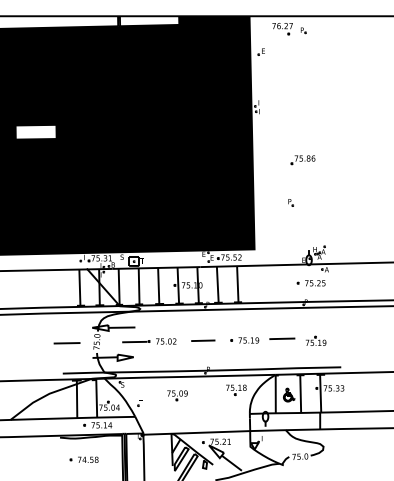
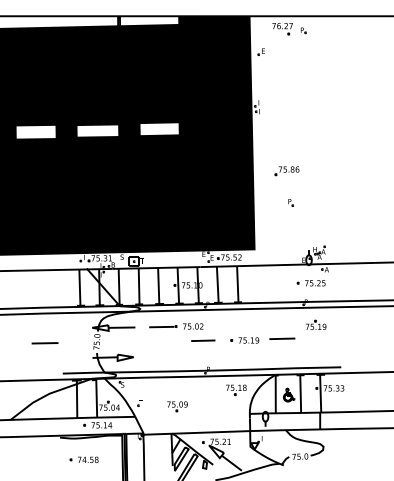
fill at (159, 129): present -> none
fill at (97, 130): present -> none
part at (302, 160) position: (302, 160) -> (286, 171)
part at (315, 340) position: (315, 340) -> (315, 324)
part at (149, 341) position: (149, 341) -> (176, 326)
line at (66, 343) position: (66, 343) -> (44, 343)
part at (177, 395) position: (177, 395) -> (177, 406)
